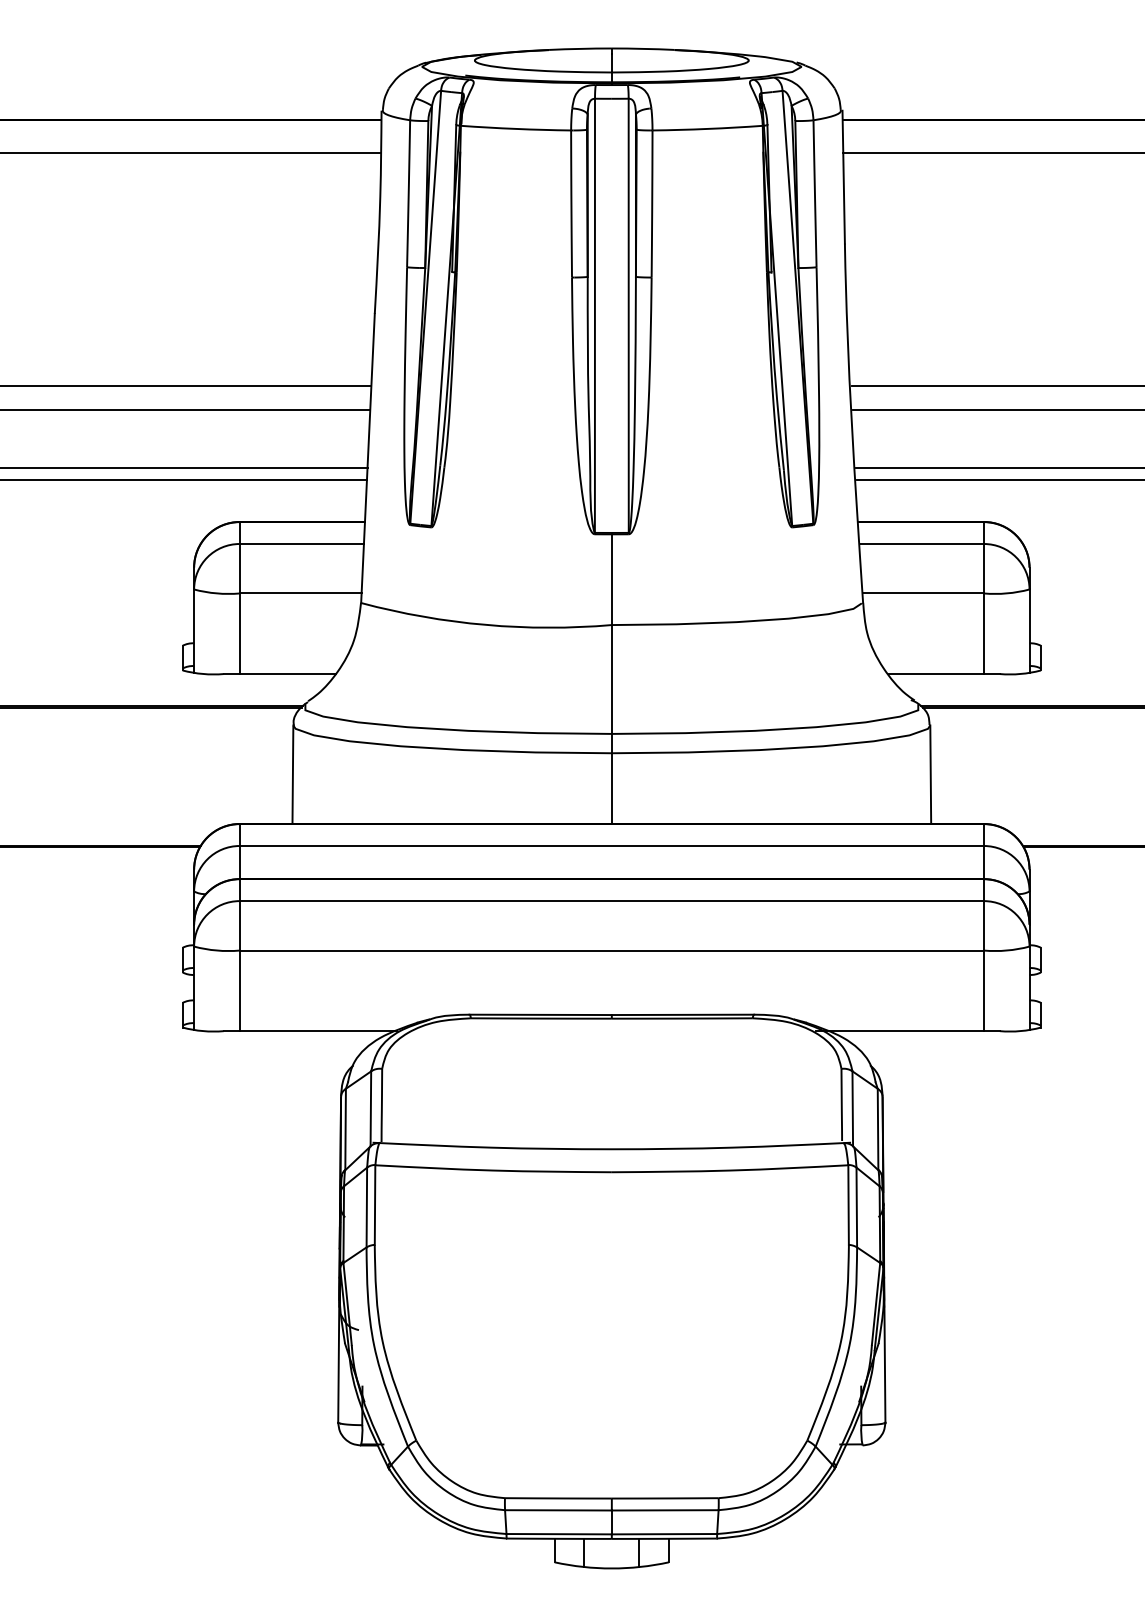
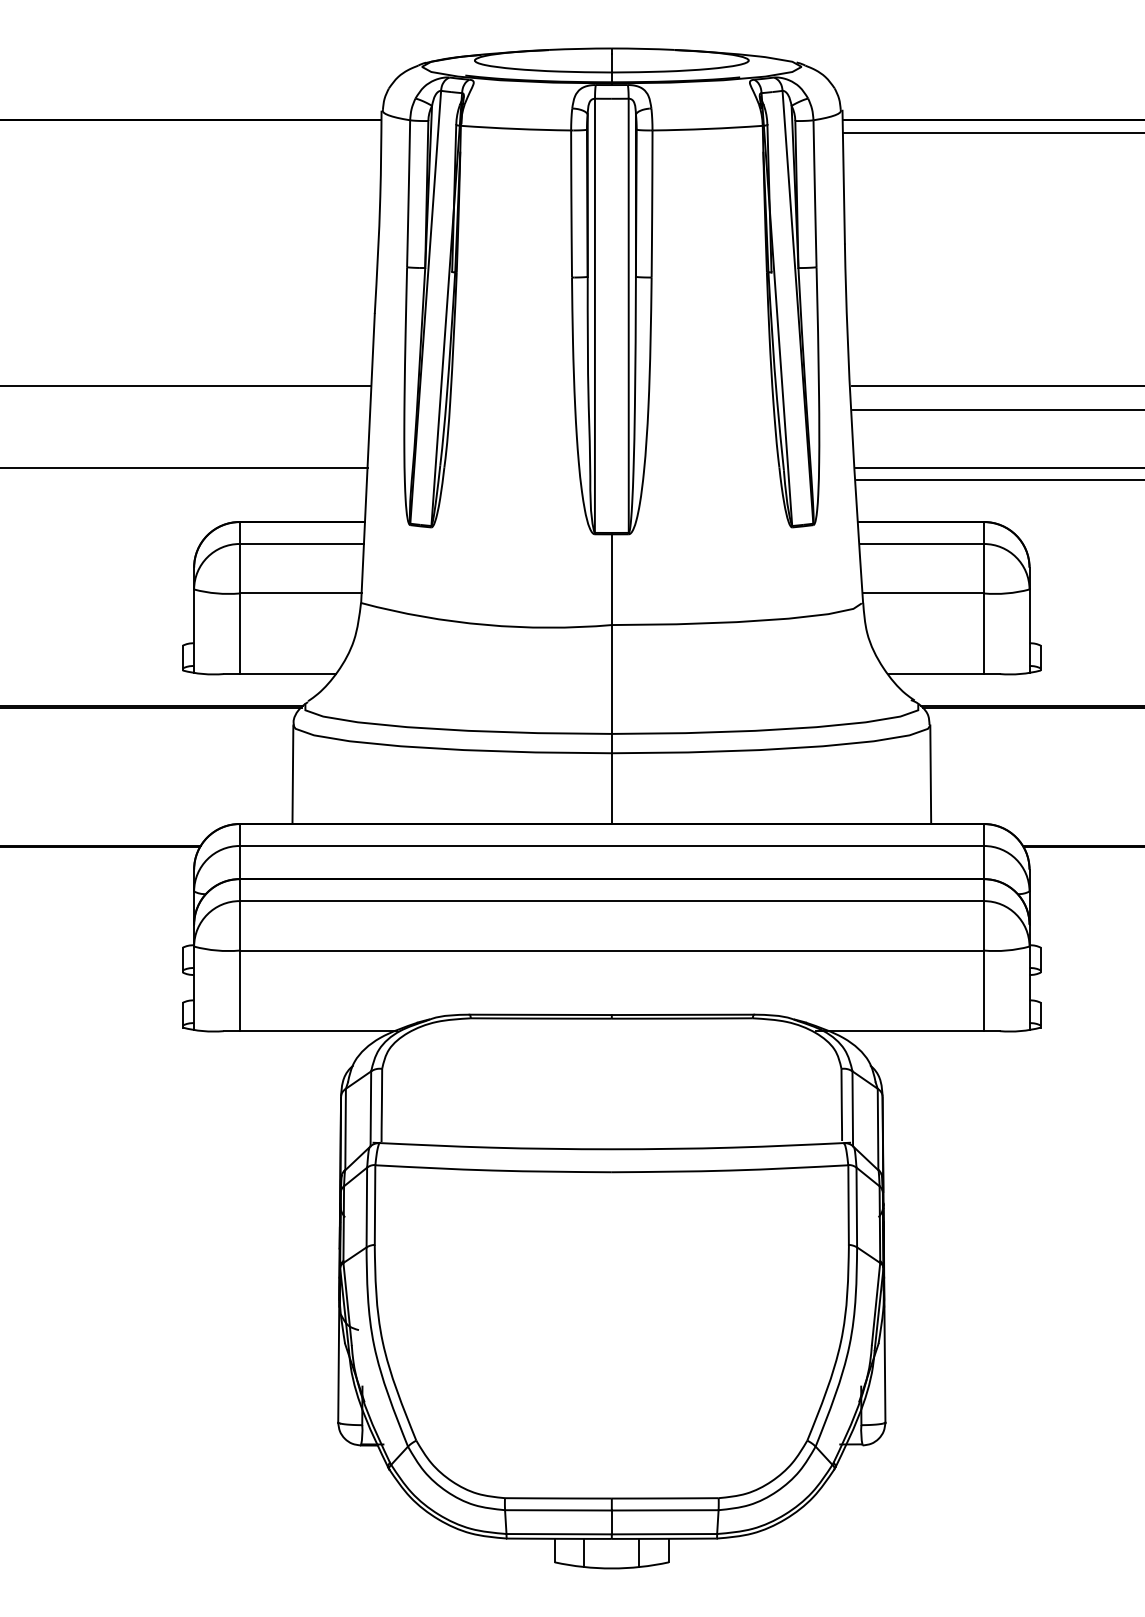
line at (191, 152): present -> none
line at (992, 152) position: (992, 152) -> (992, 132)
line at (186, 410): present -> none
line at (184, 480): present -> none
